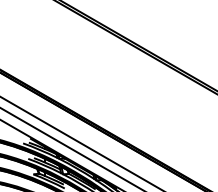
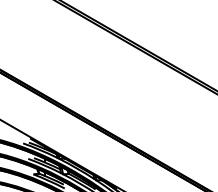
line at (80, 143): present -> none
line at (71, 148): present -> none
